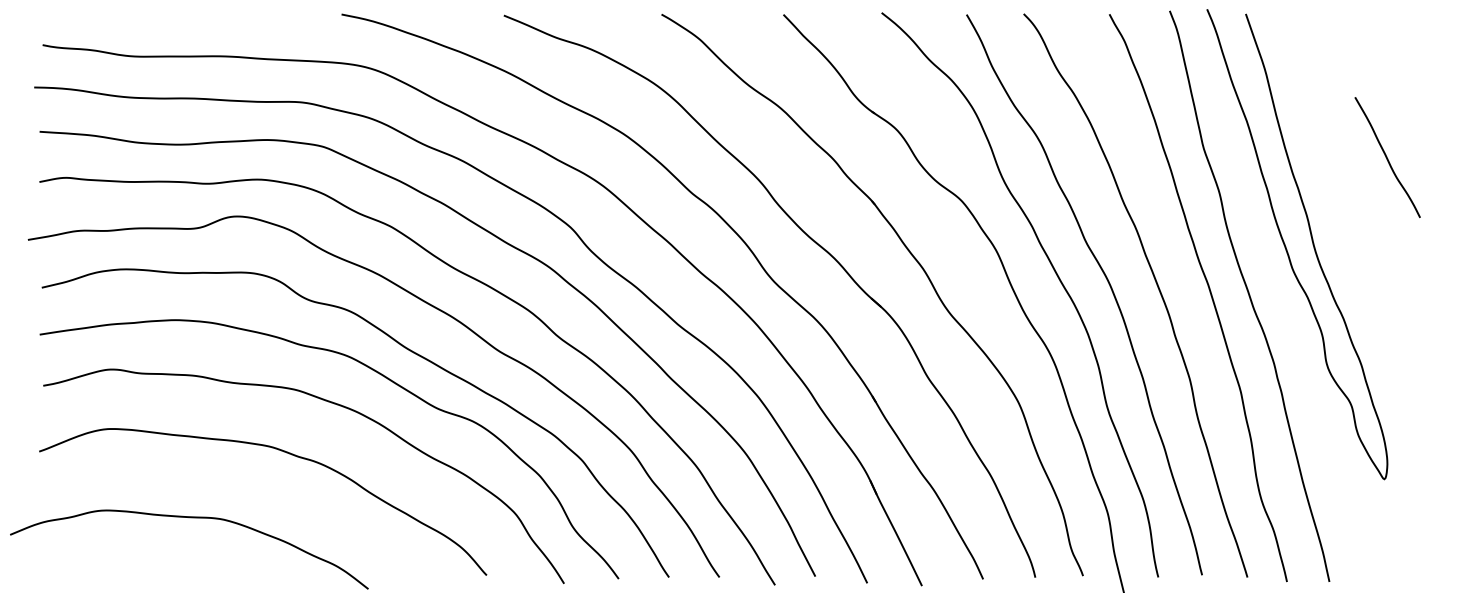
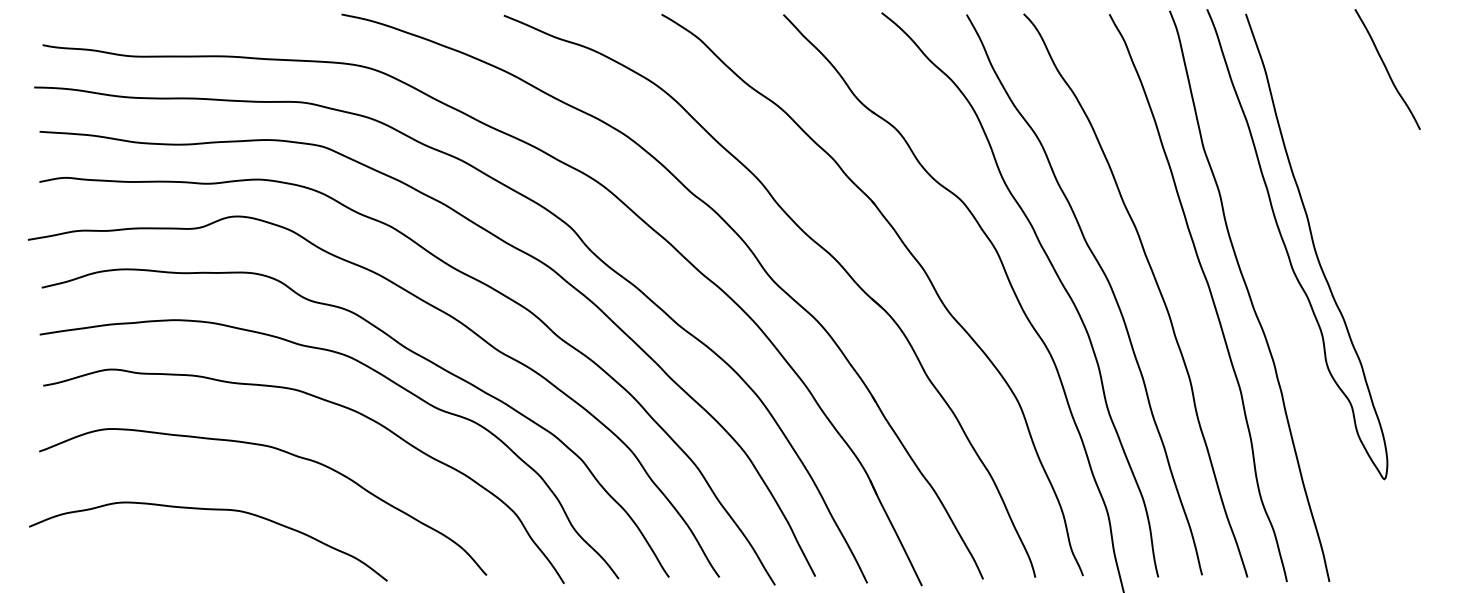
curve at (1387, 157) position: (1387, 157) -> (1387, 69)
curve at (189, 518) position: (189, 518) -> (208, 510)
